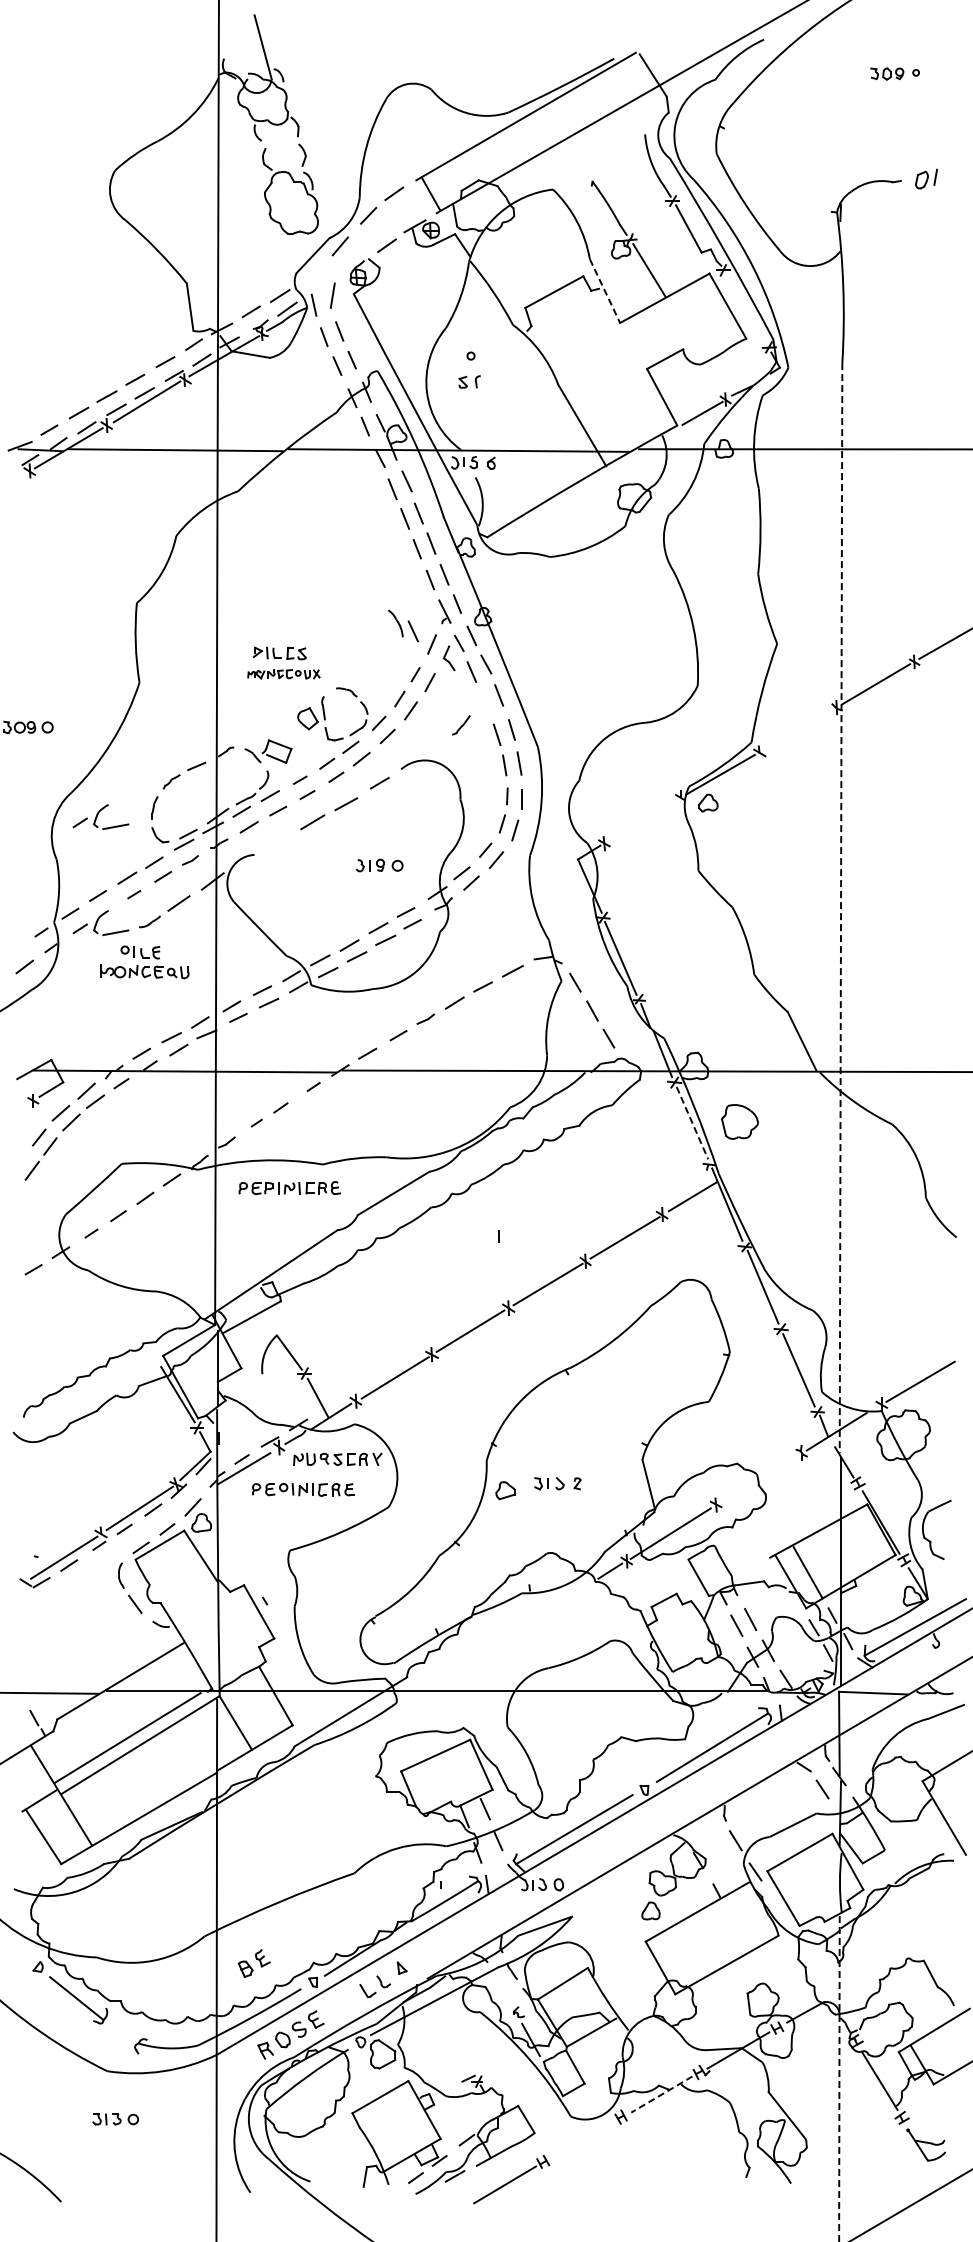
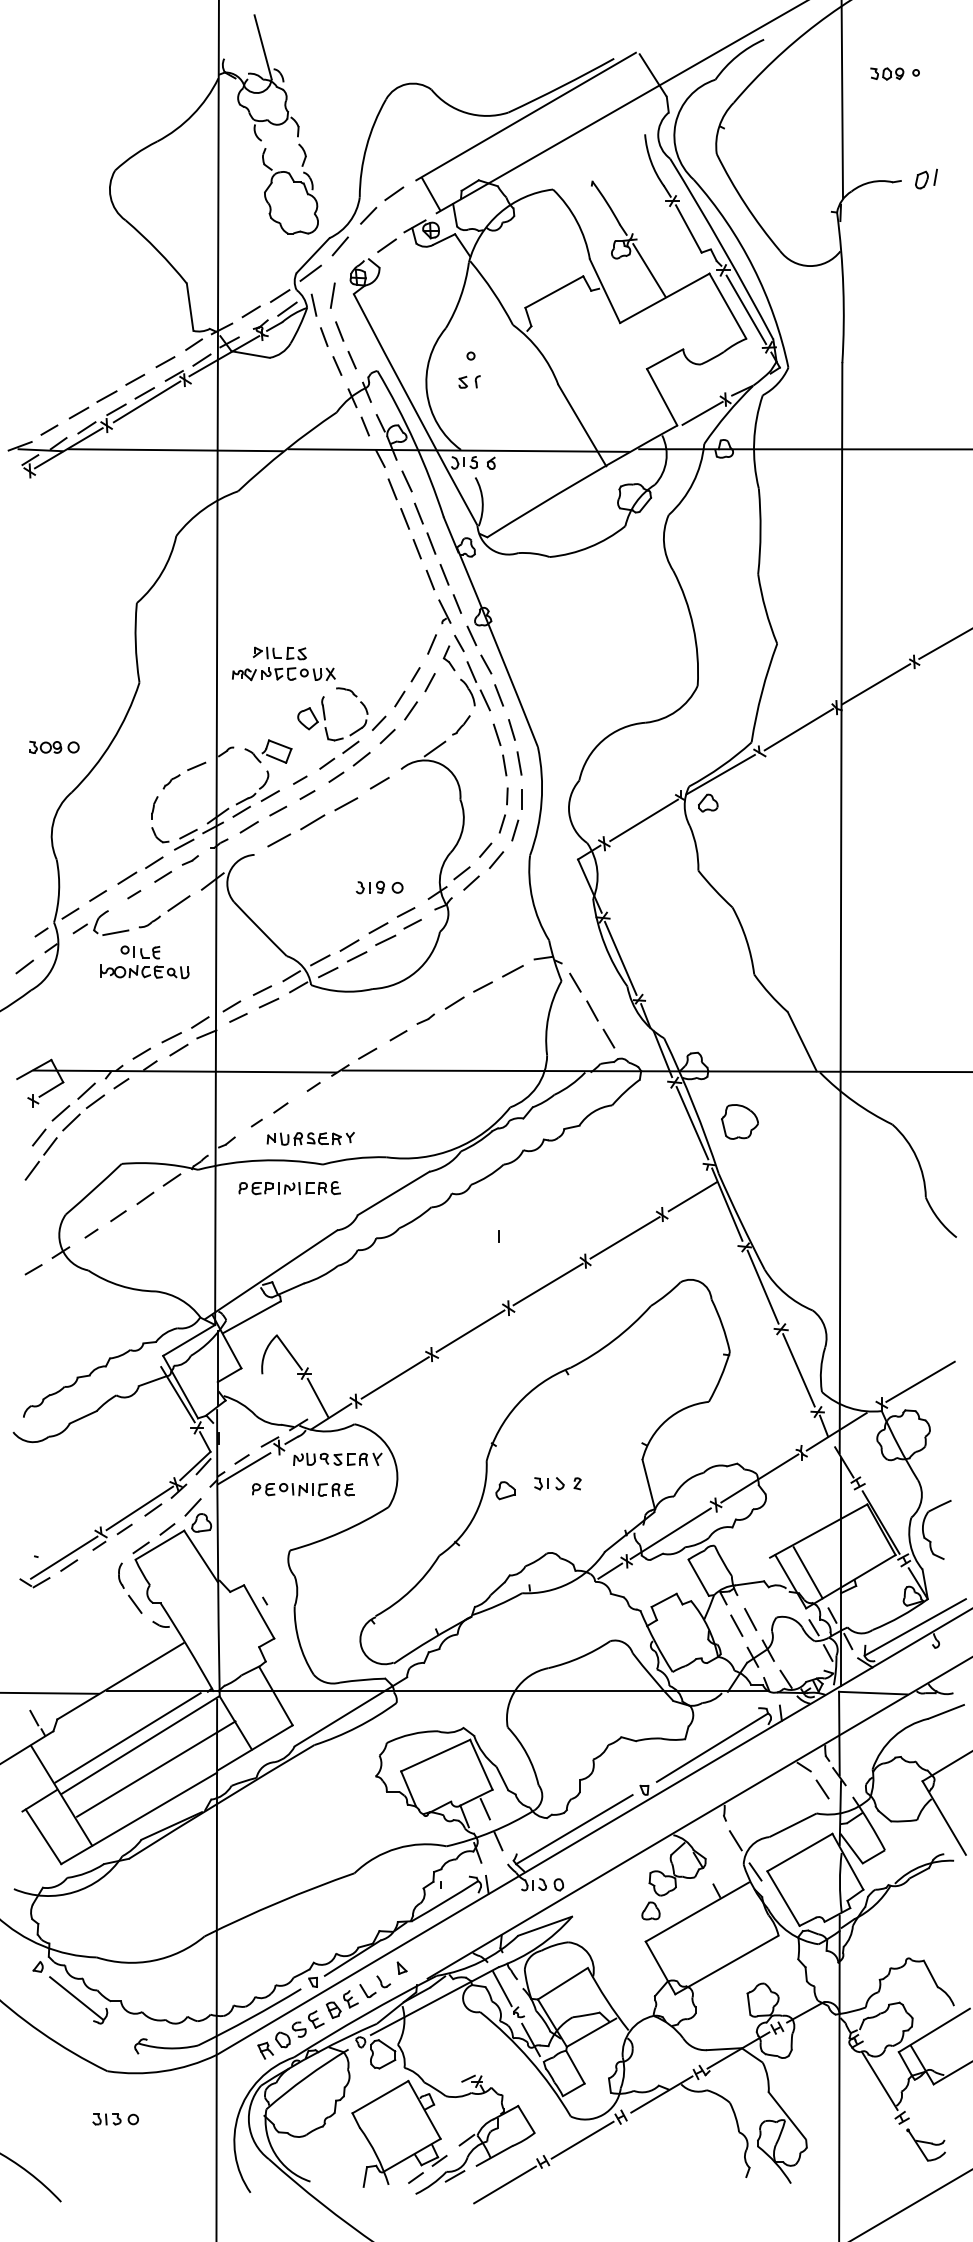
line at (842, 100): none -> present
line at (310, 272): none -> present
line at (605, 291): dashed -> solid
line at (746, 309): none -> present
part at (403, 626) position: (403, 626) -> (475, 695)
part at (283, 674) size: 74x11 px -> 104x15 px
part at (28, 726) position: (28, 726) -> (54, 746)
line at (798, 729): none -> present
line at (434, 748): none -> present
part at (100, 816): present -> none
line at (643, 820): none -> present
line at (279, 840): none -> present
part at (379, 865) position: (379, 865) -> (379, 887)
line at (841, 908): dashed -> solid
line at (692, 1123): dashed -> solid
part at (310, 1138): none -> present
line at (759, 1478): none -> present
line at (156, 1768): none -> present
part at (253, 1963) position: (253, 1963) -> (341, 2004)
line at (502, 1988): none -> present
line at (839, 2078): dashed -> solid
line at (661, 2094): dashed -> solid
line at (582, 2139): none -> present
